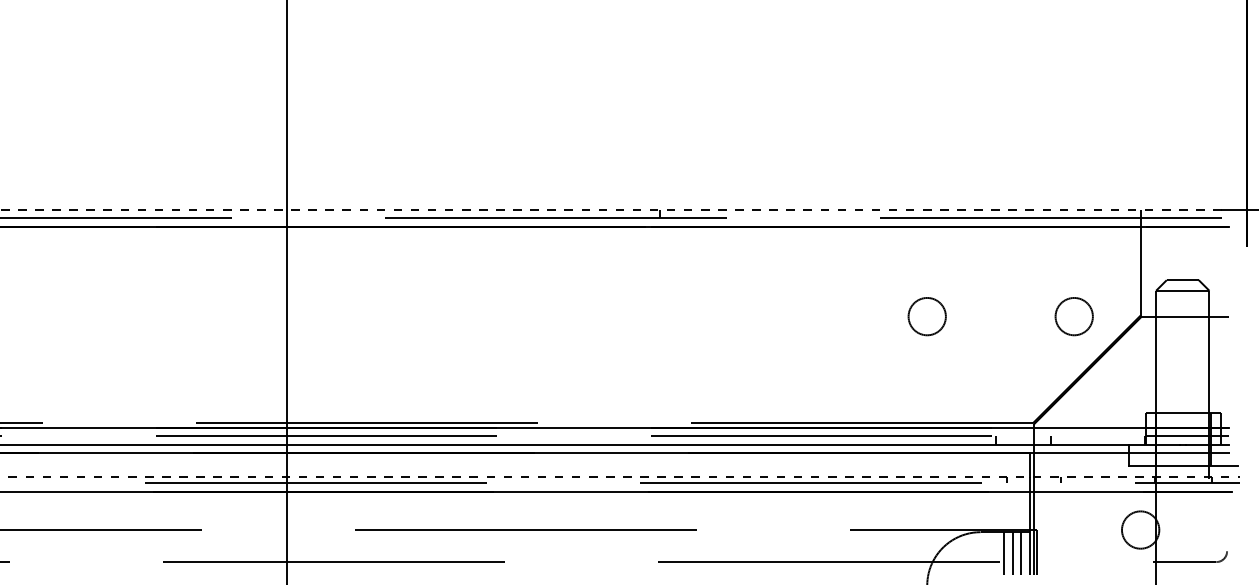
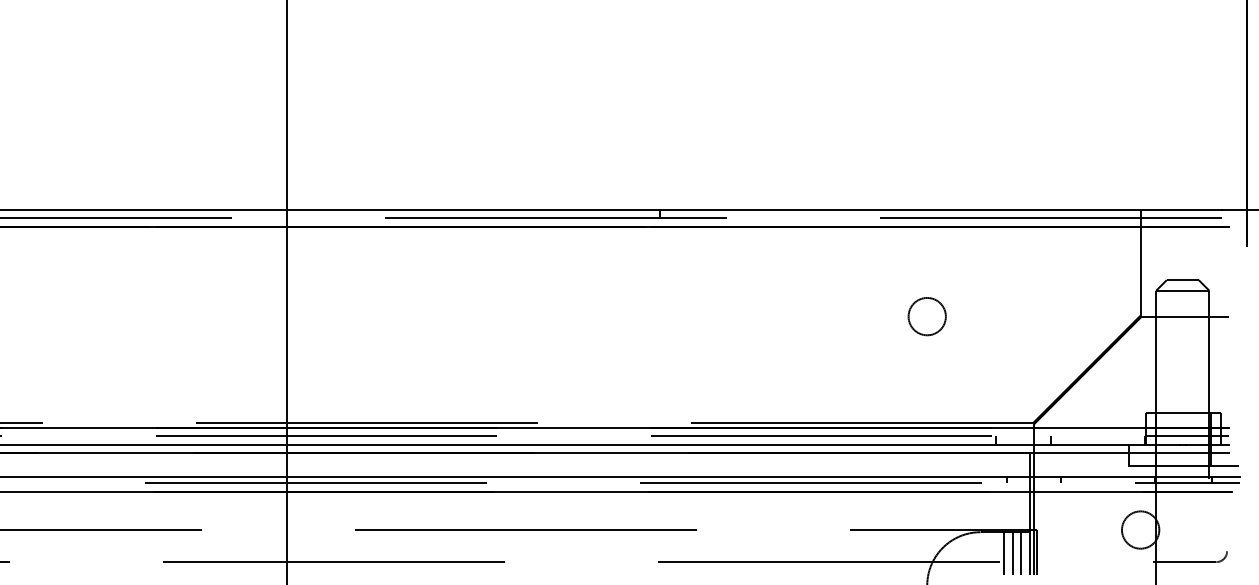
line at (610, 209): dashed -> solid
circle at (1073, 316): present -> none
line at (620, 476): dashed -> solid
